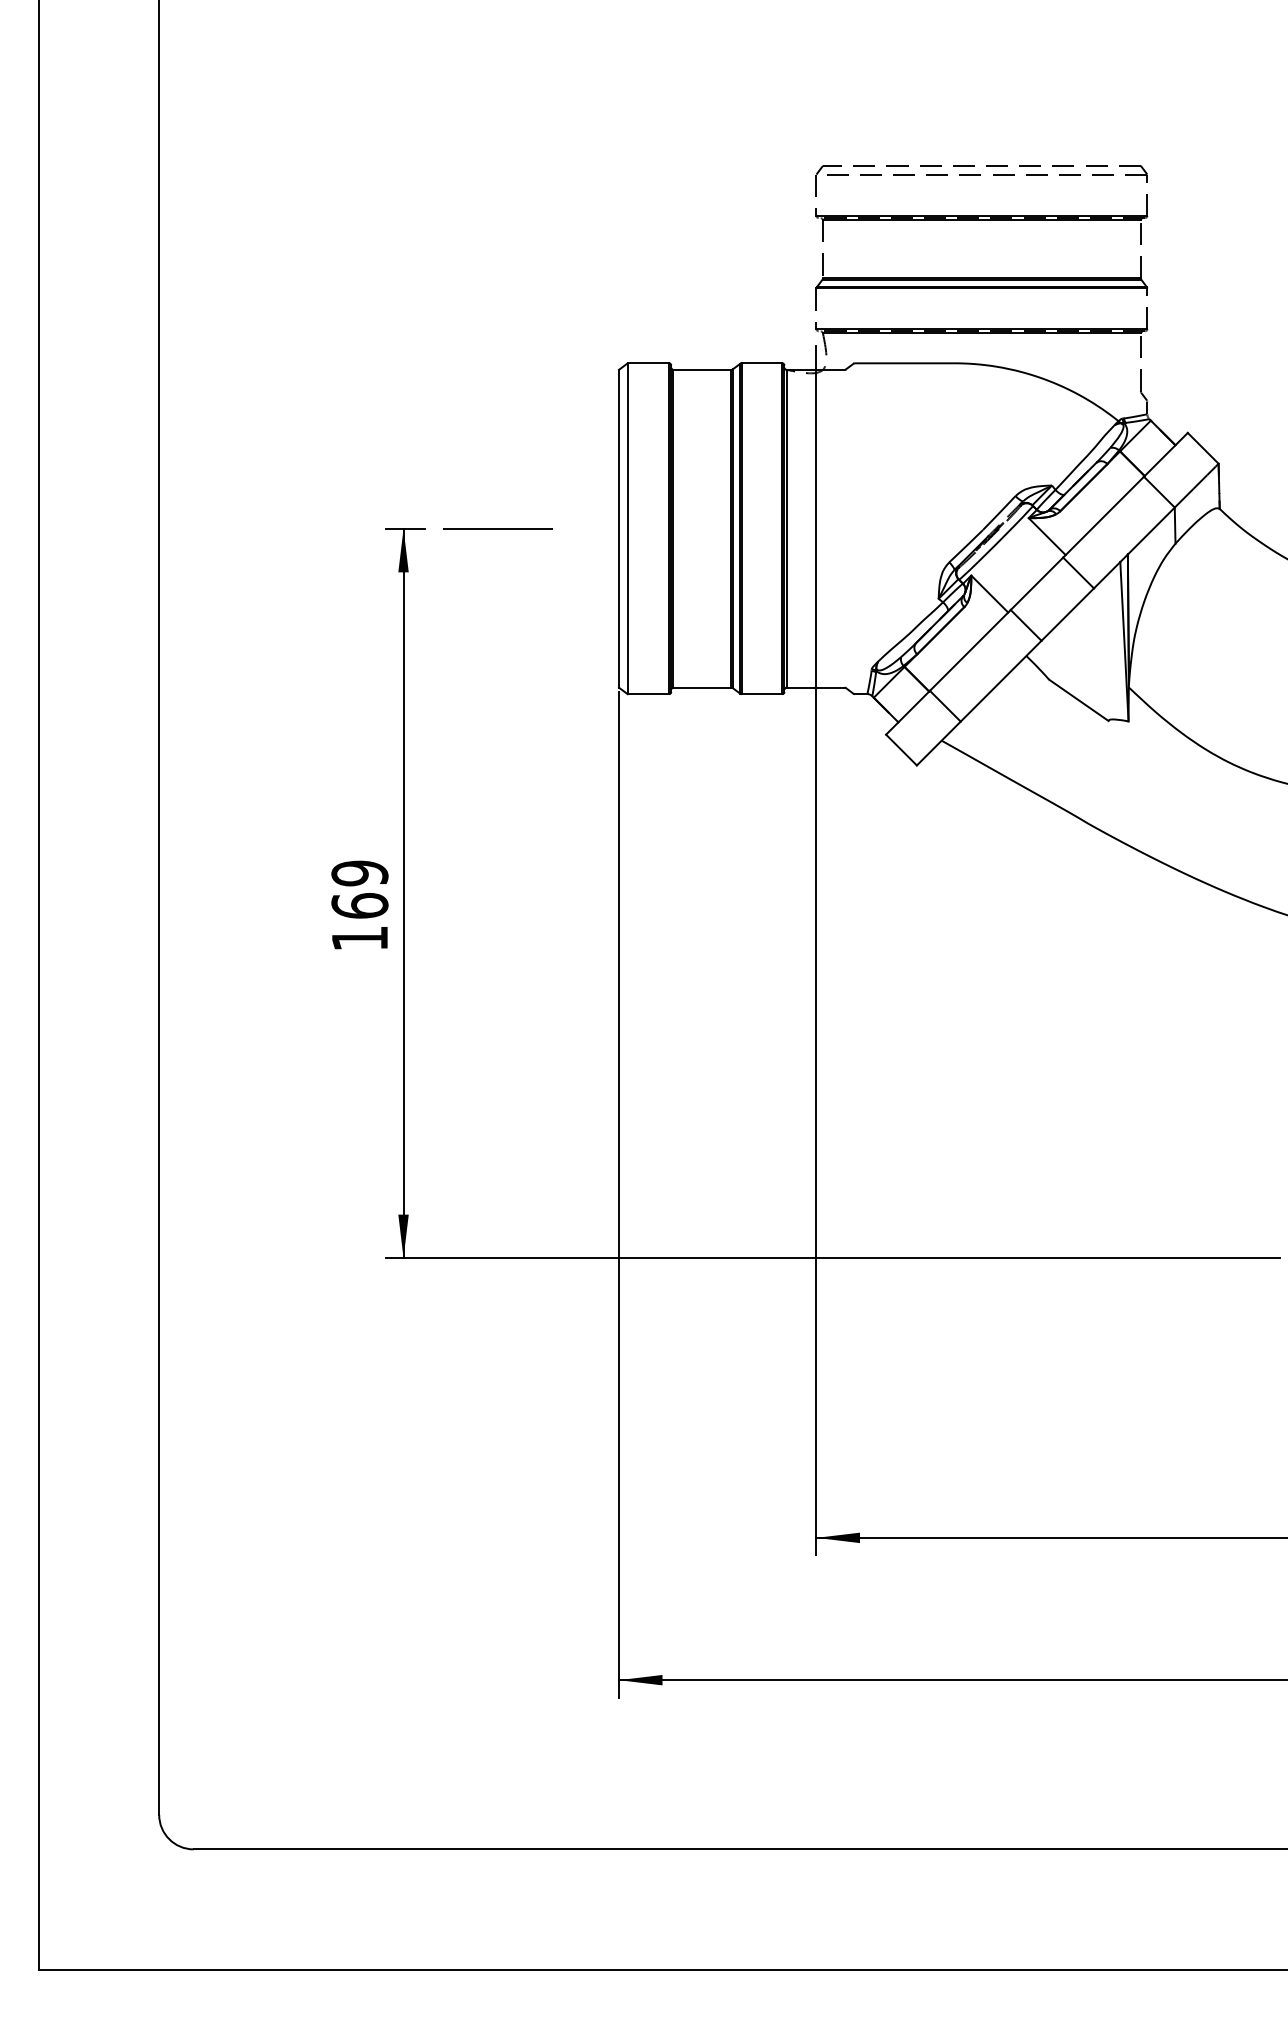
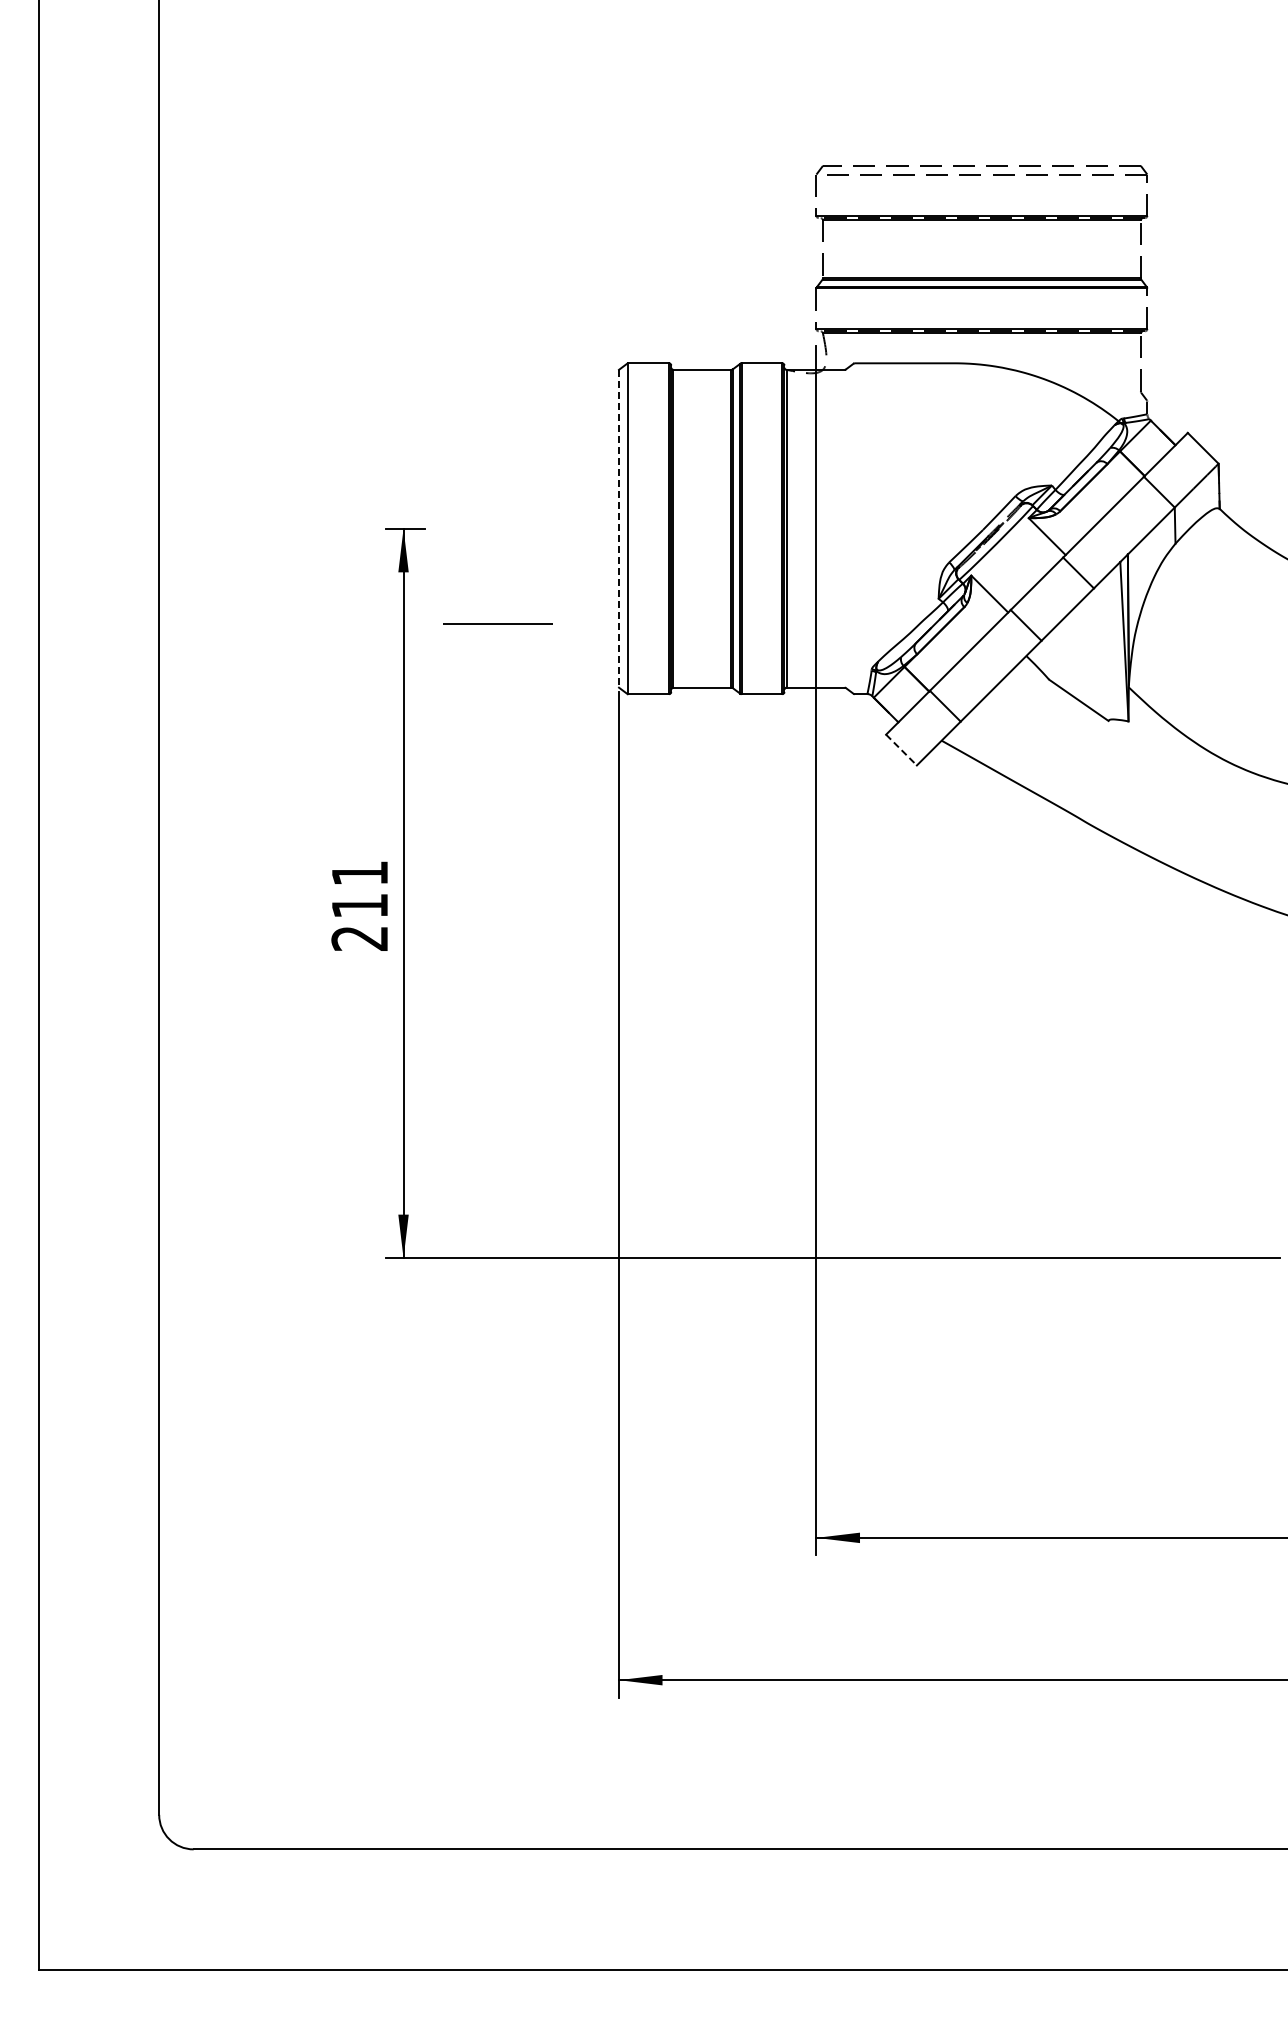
line at (497, 528) position: (497, 528) -> (497, 623)
line at (619, 528): solid -> dashed
line at (901, 750): solid -> dashed
text at (359, 905): 169 -> 211
